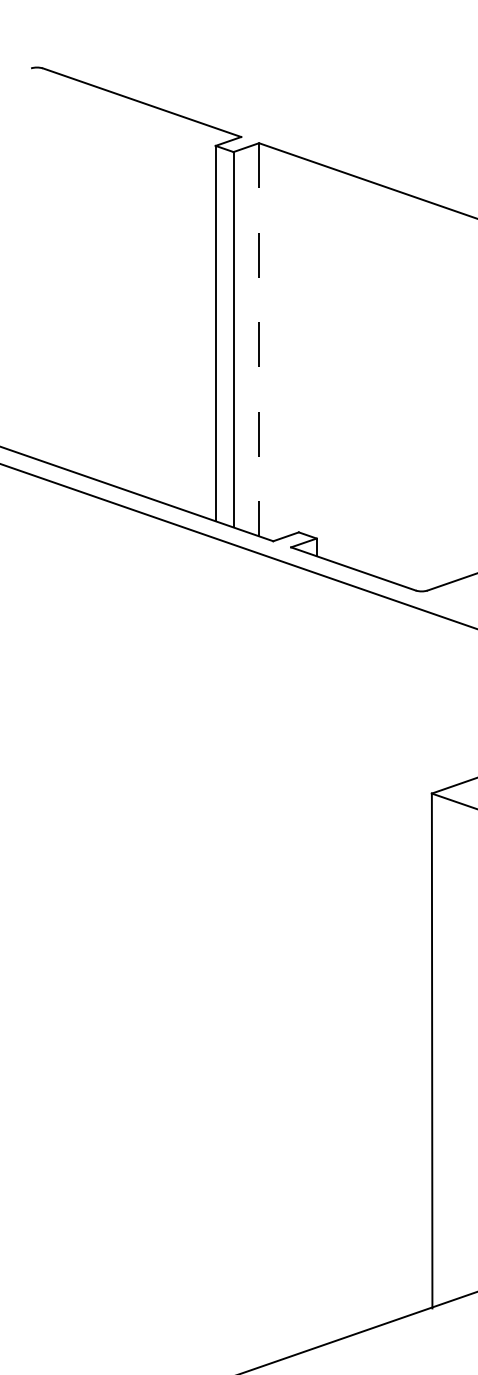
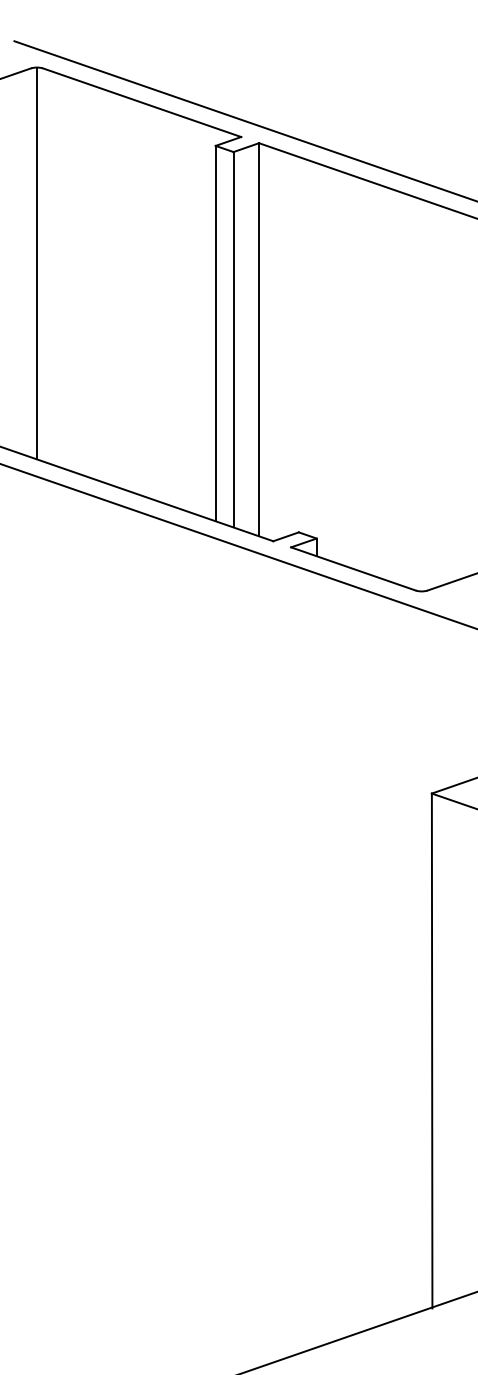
line at (16, 73): none -> present
line at (244, 120): none -> present
line at (37, 263): none -> present
line at (259, 339): dashed -> solid
